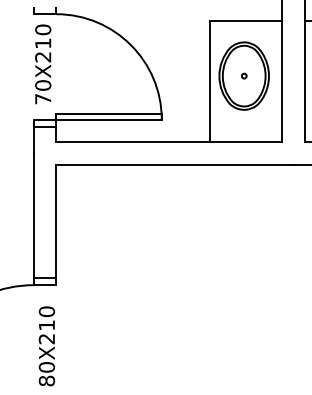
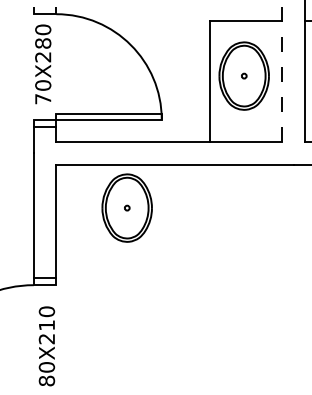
text at (43, 43): 70X210 -> 70X280
line at (282, 71): solid -> dashed
part at (126, 207): none -> present
